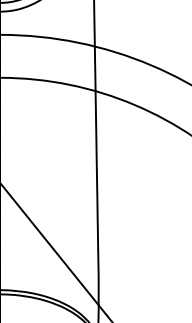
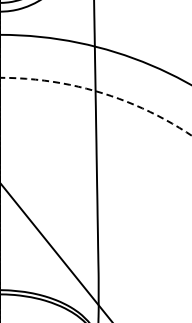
circle at (95, 106): solid -> dashed
